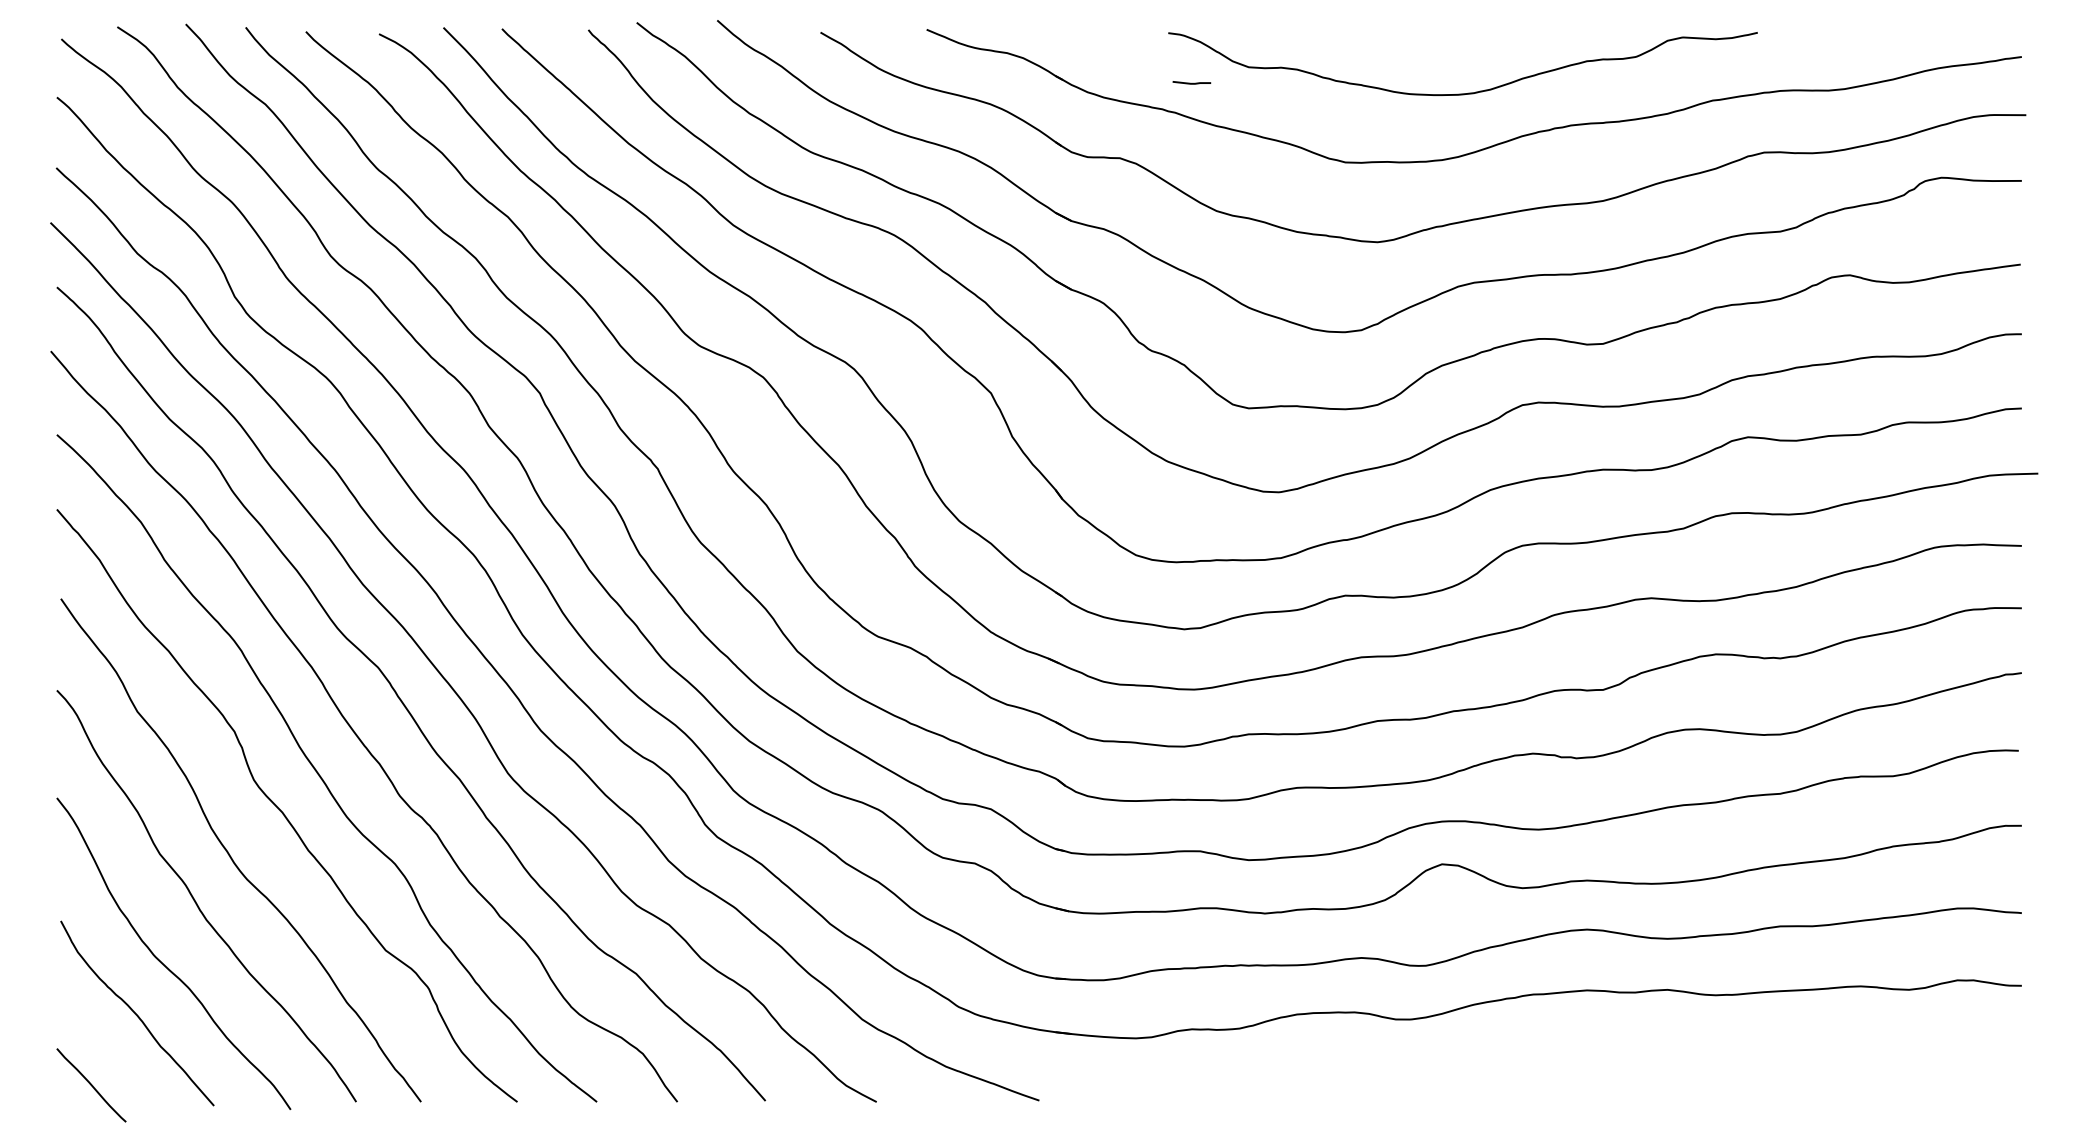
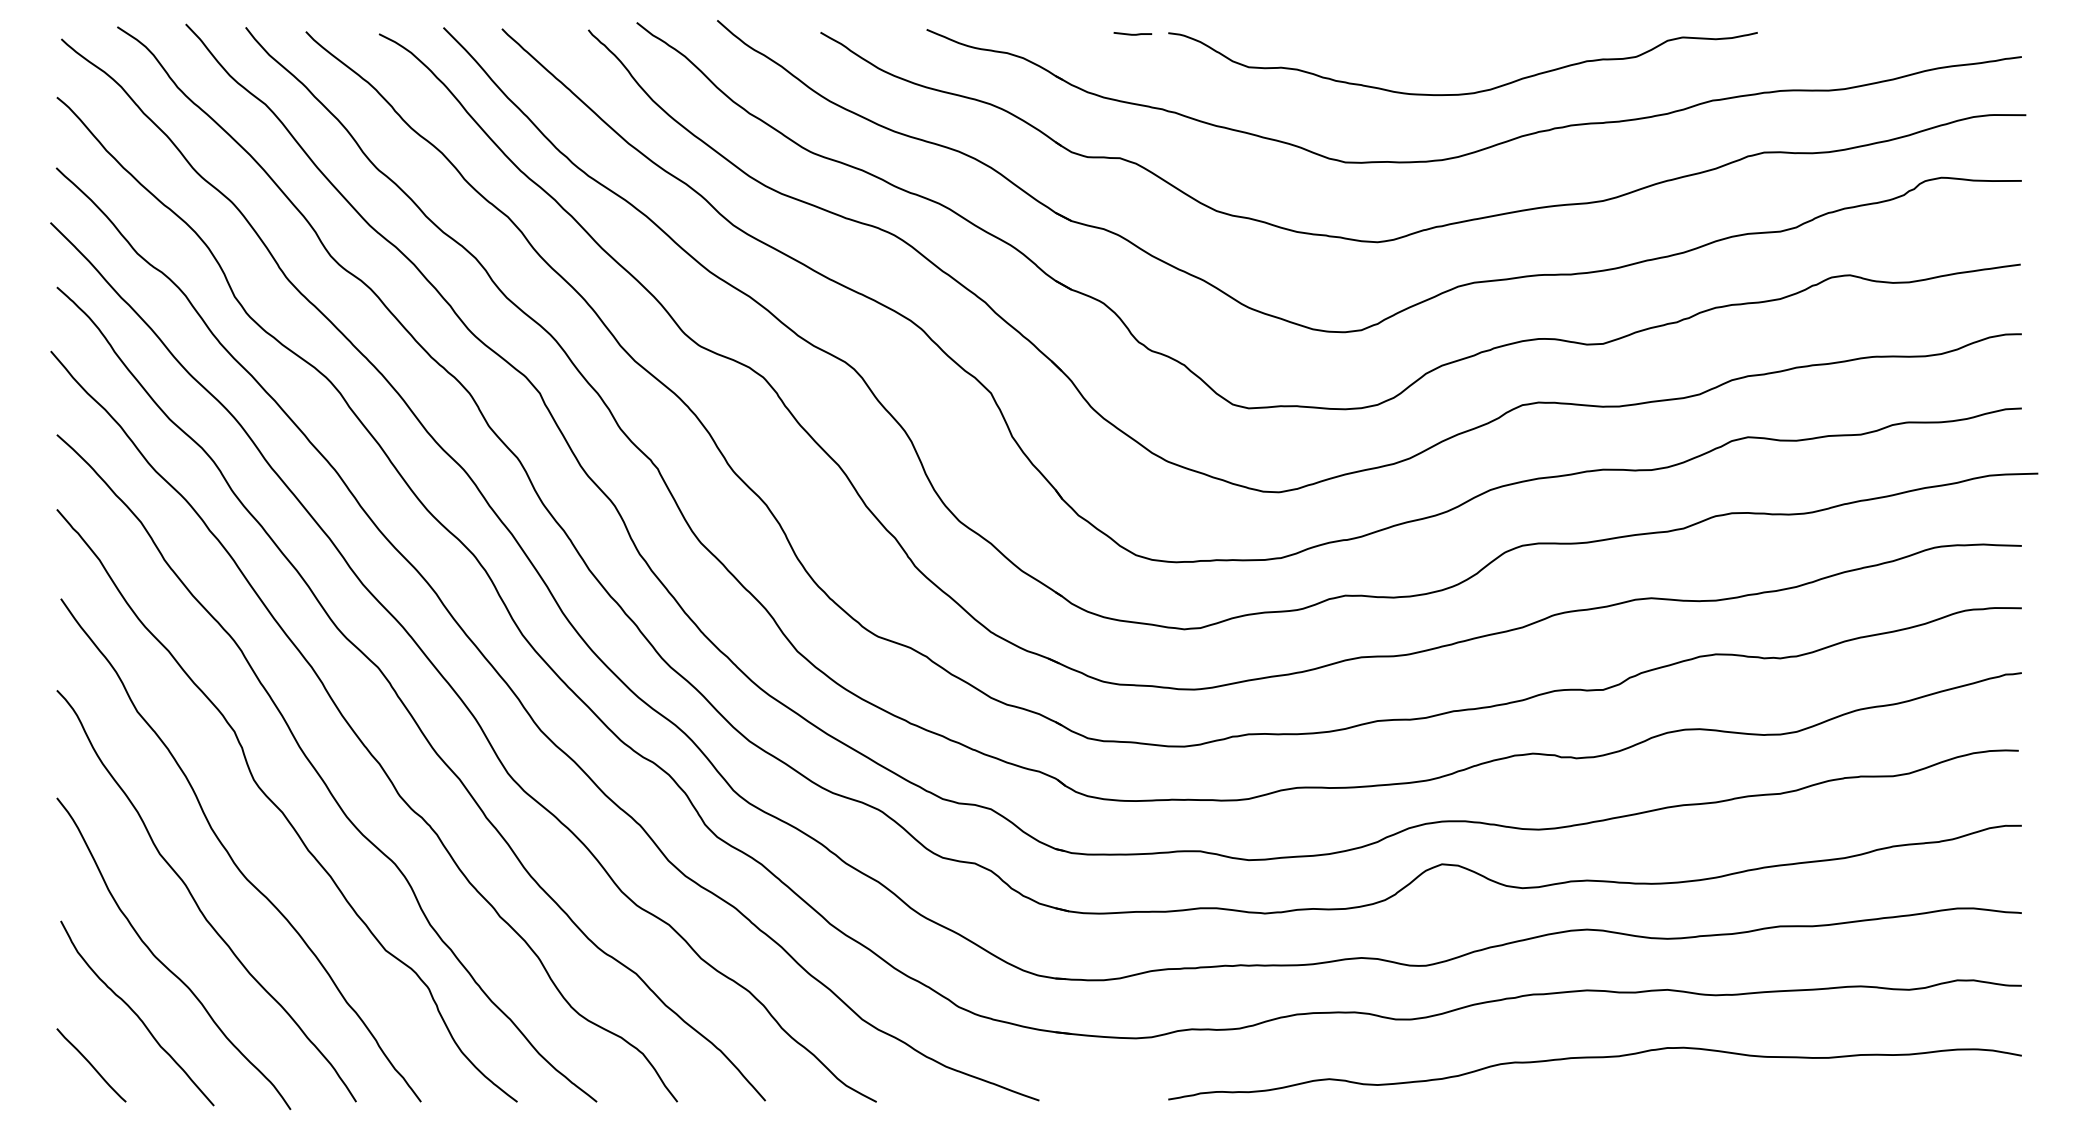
line at (1191, 82) position: (1191, 82) -> (1132, 33)
curve at (1594, 1058): none -> present
line at (91, 1085) position: (91, 1085) -> (91, 1065)
